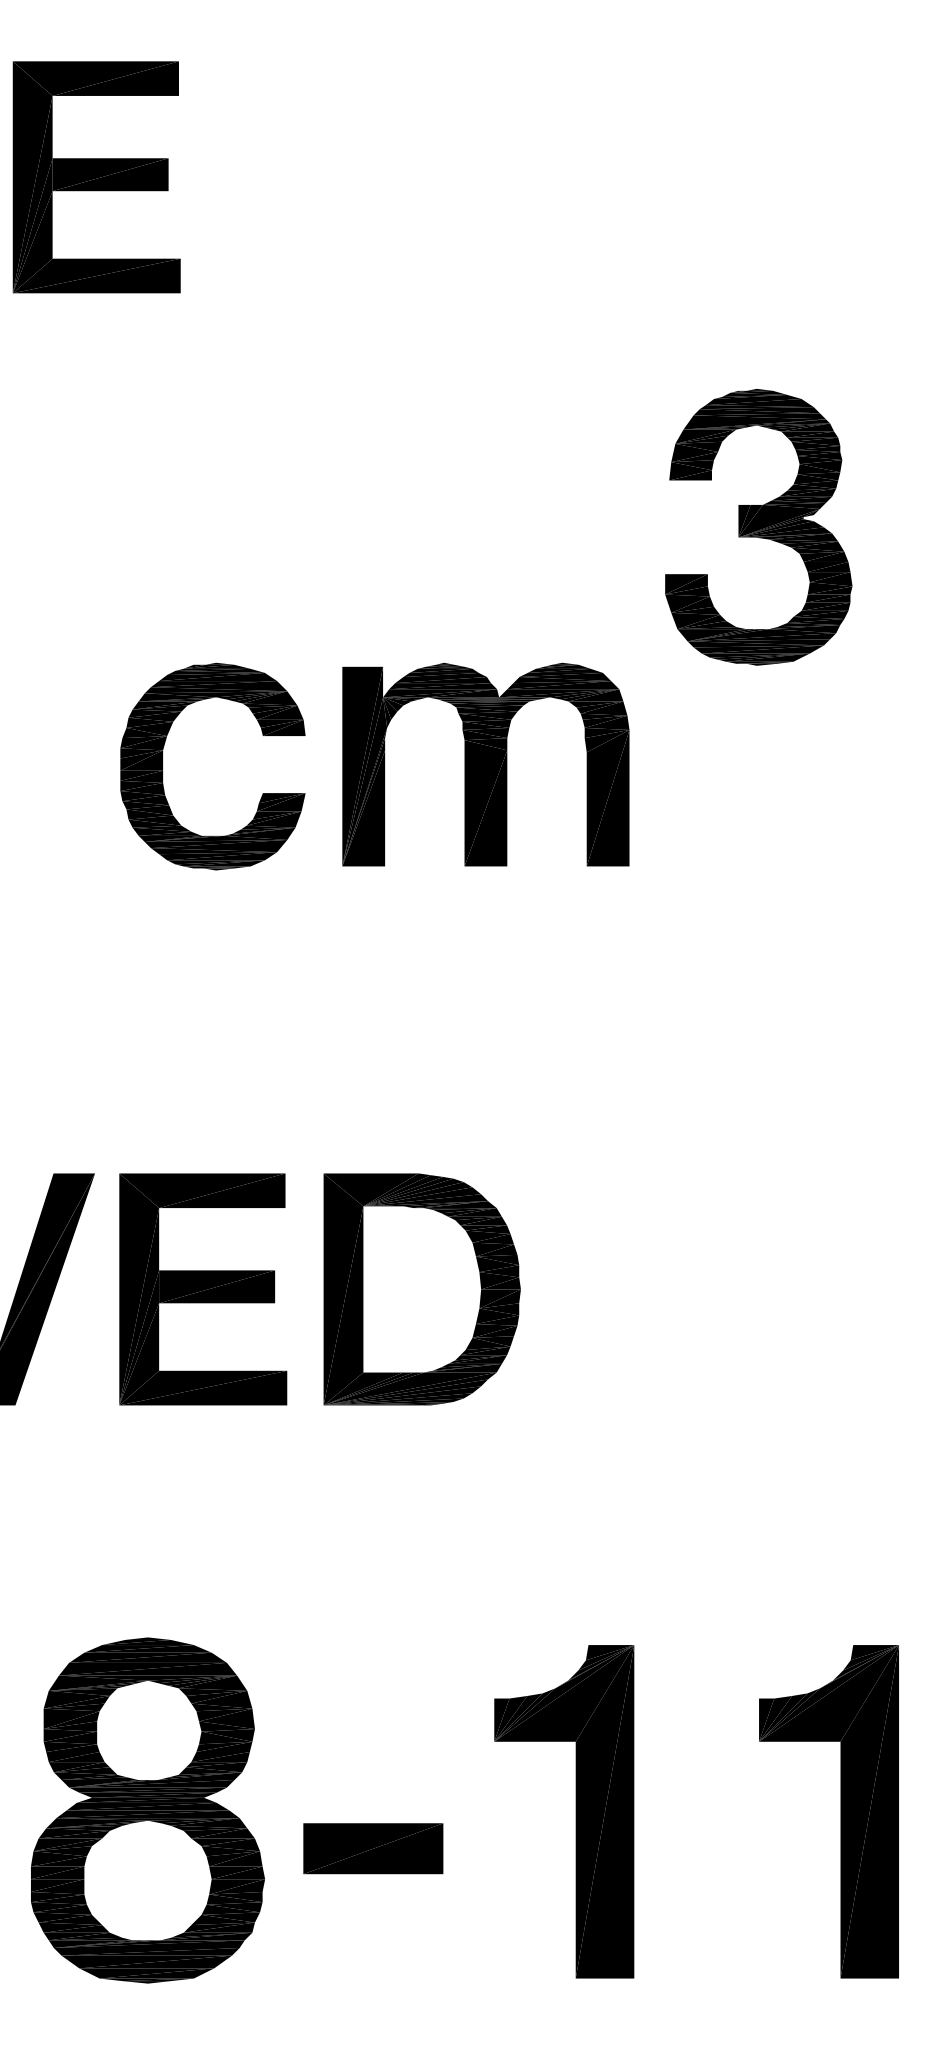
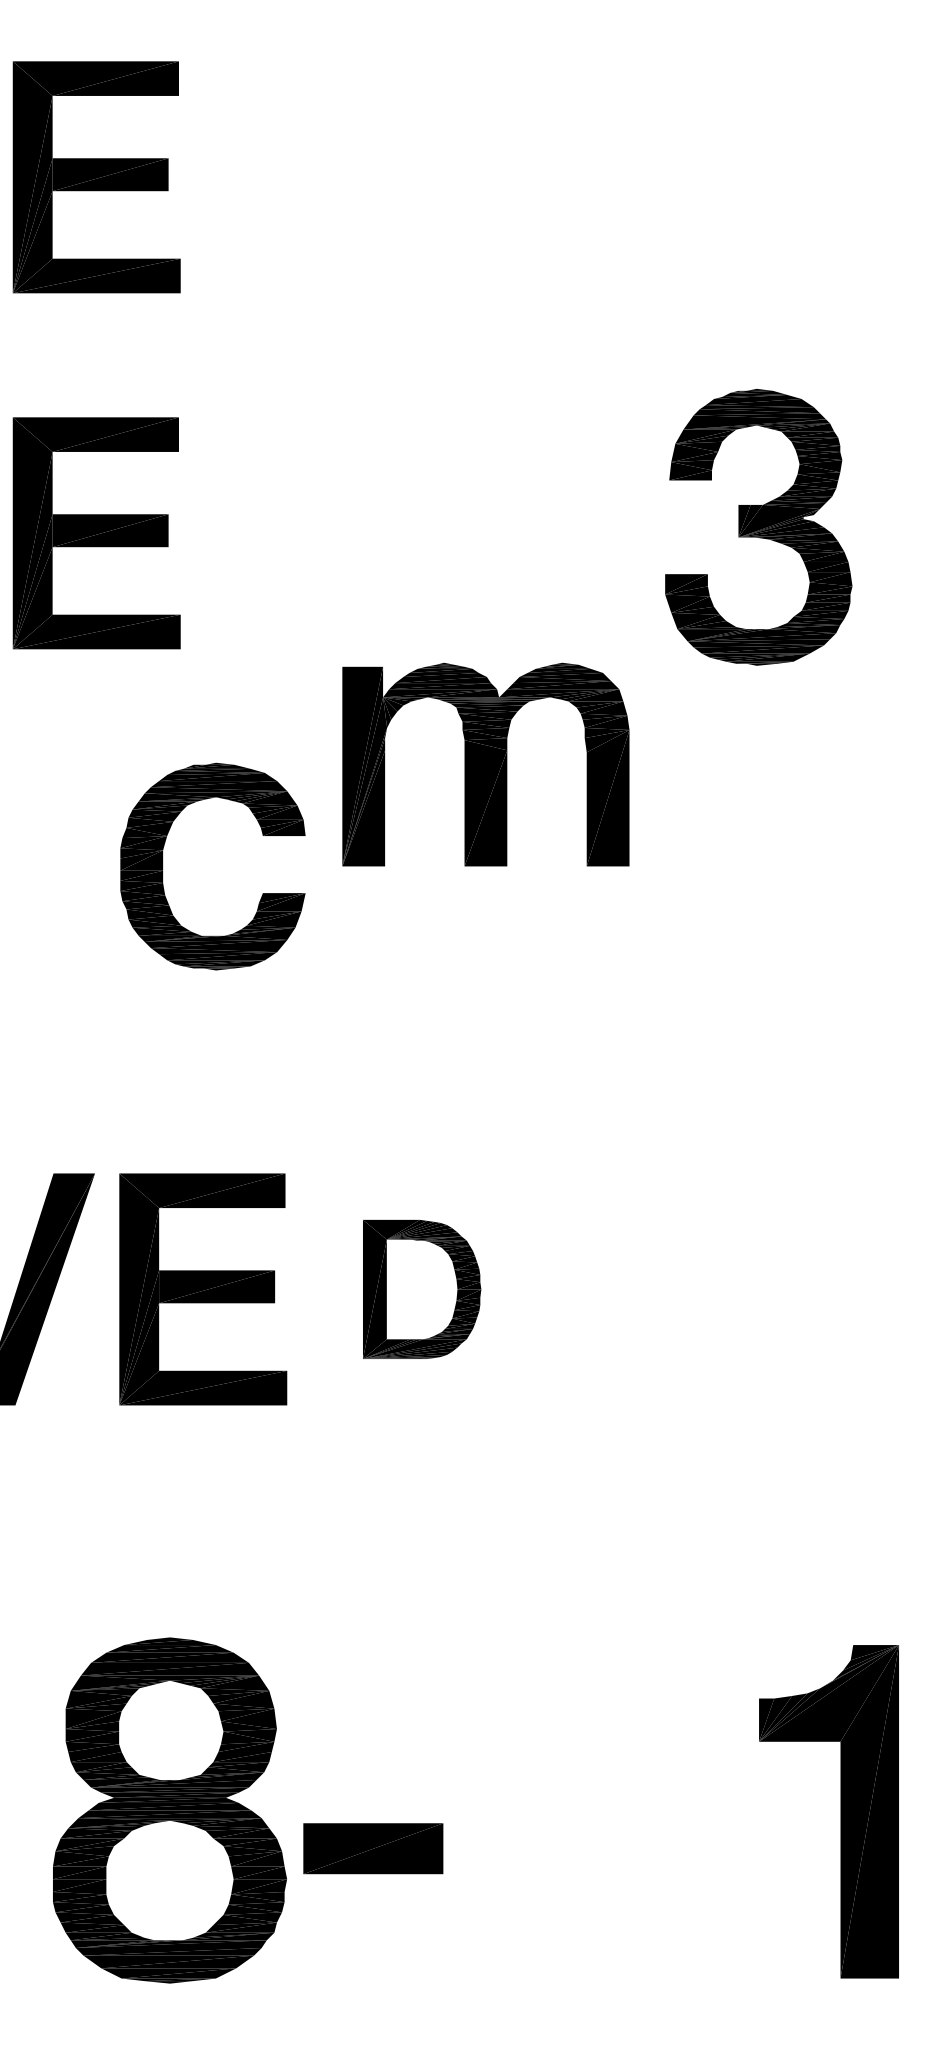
part at (96, 533): none -> present
part at (163, 770) position: (163, 770) -> (163, 870)
part at (421, 1289) size: 198x233 px -> 119x140 px
part at (147, 1810) position: (147, 1810) -> (169, 1810)
part at (575, 1811): present -> none
